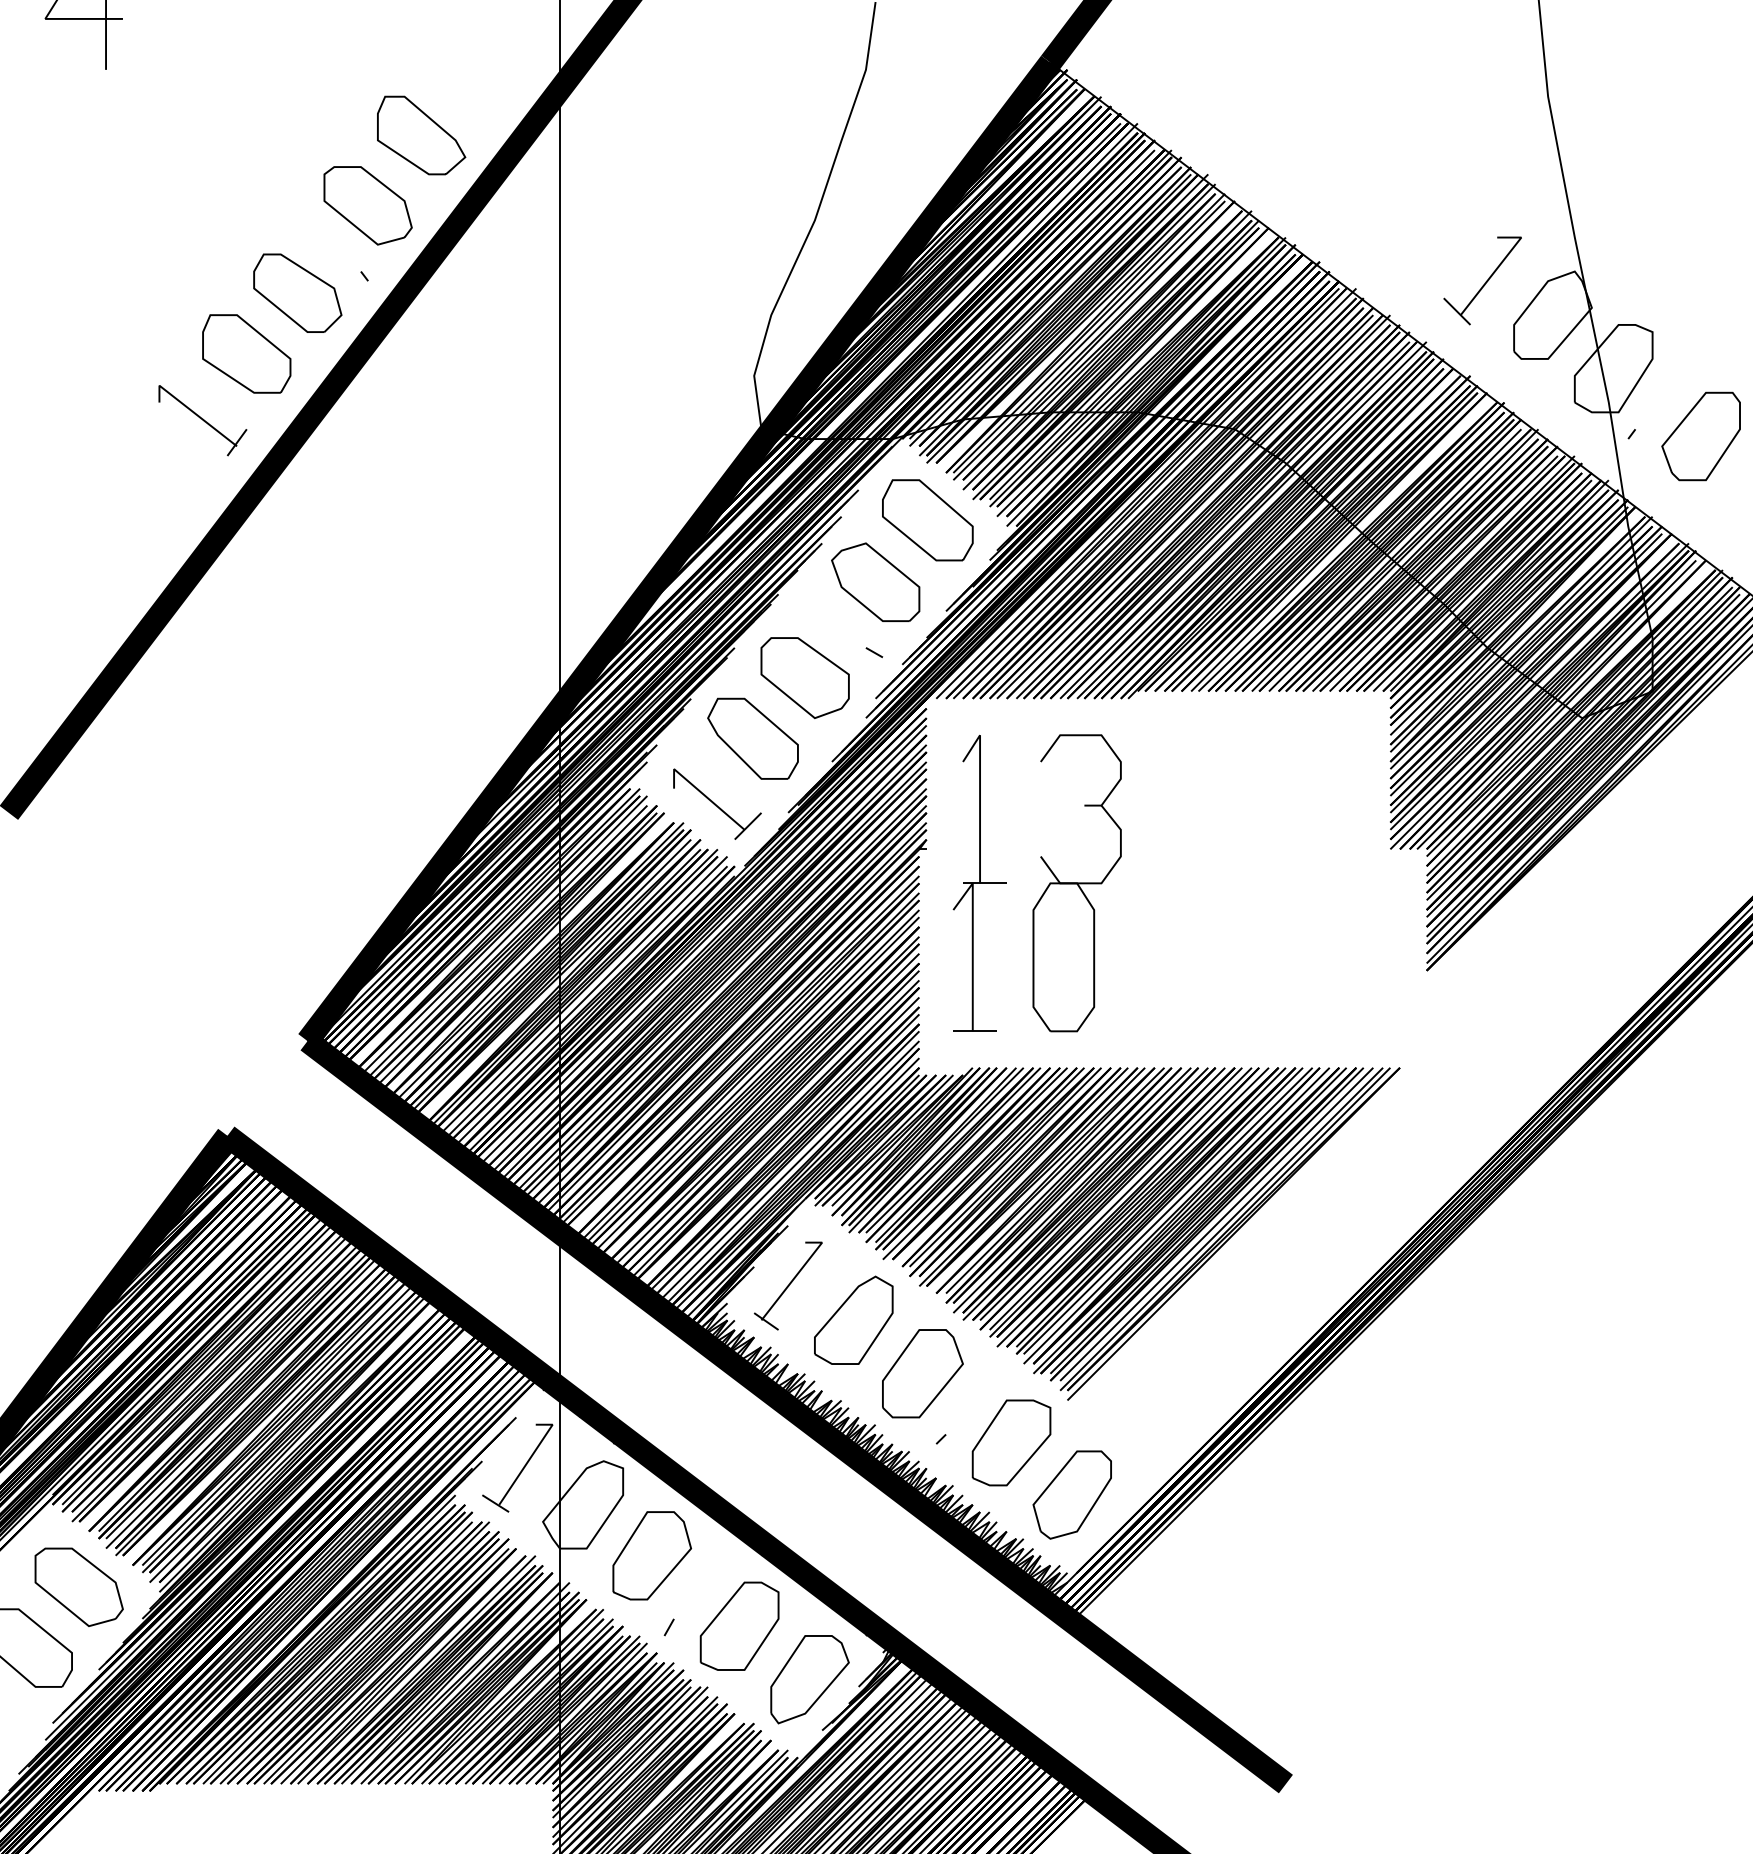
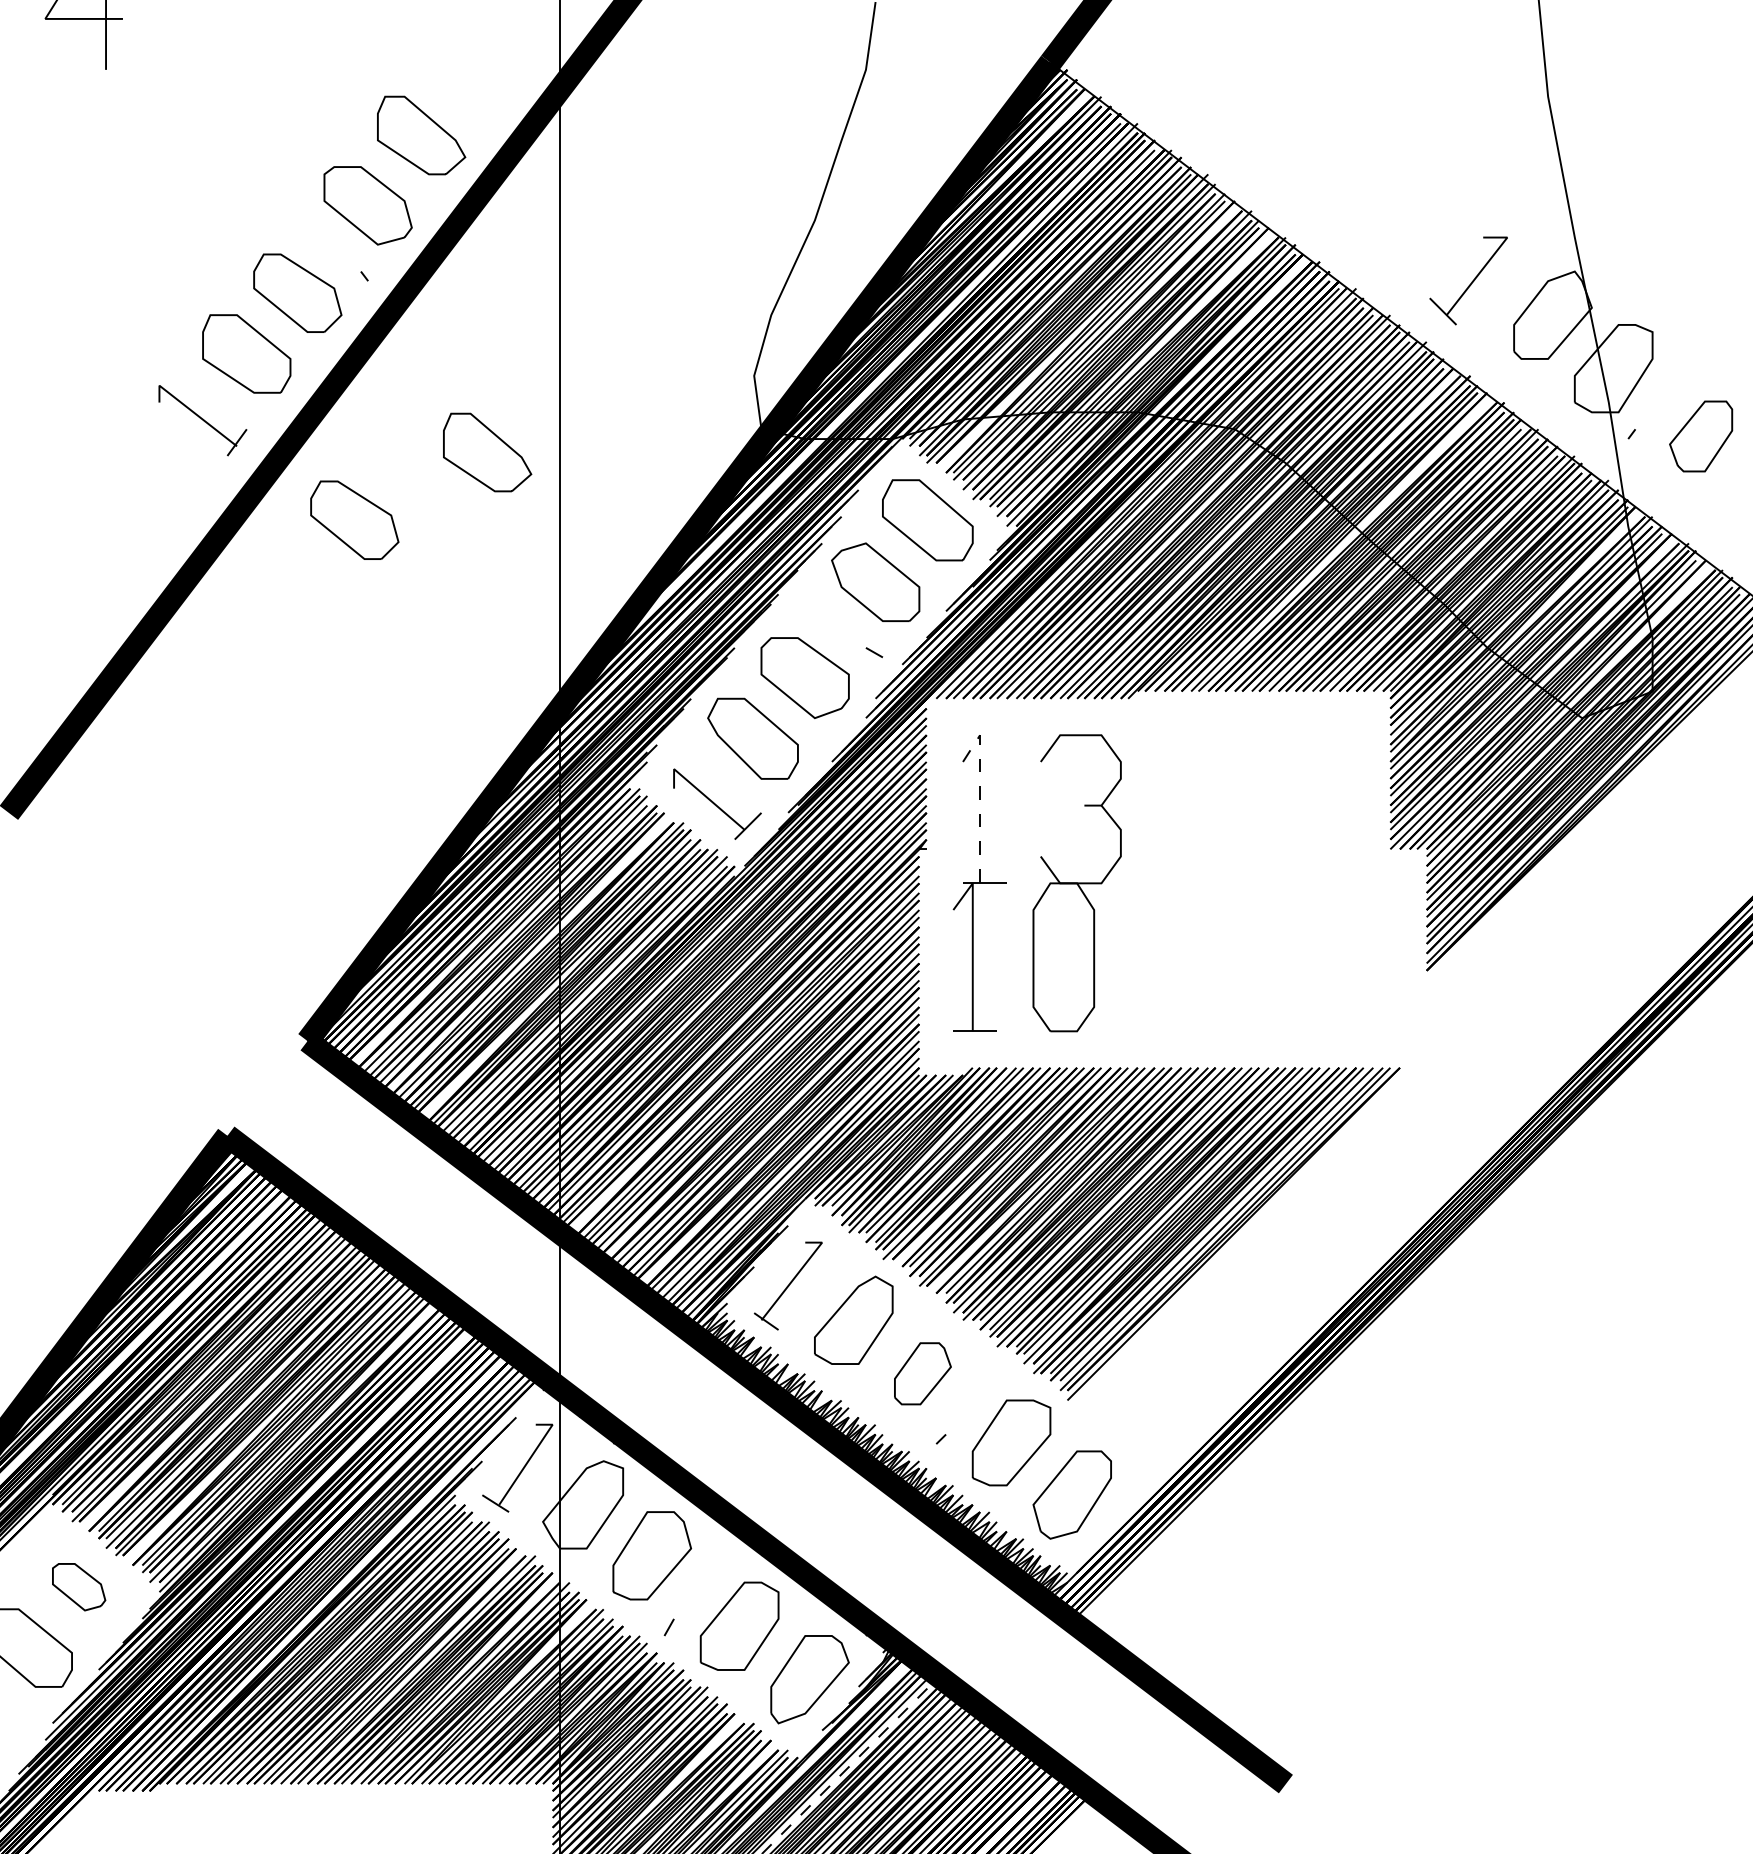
part at (1482, 280) position: (1482, 280) -> (1468, 280)
part at (1700, 436) size: 80x91 px -> 65x73 px
part at (487, 452): none -> present
part at (354, 519): none -> present
line at (980, 792): solid -> dashed
part at (922, 1373) size: 82x90 px -> 58x64 px
part at (78, 1586) size: 90x80 px -> 55x49 px
line at (849, 1766): solid -> dashed
